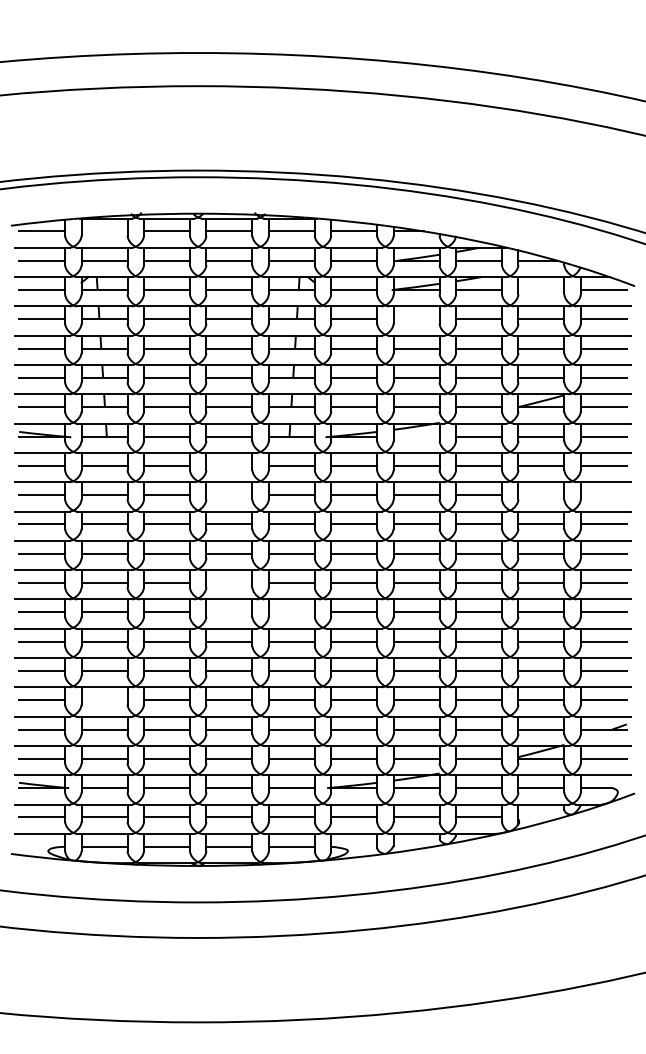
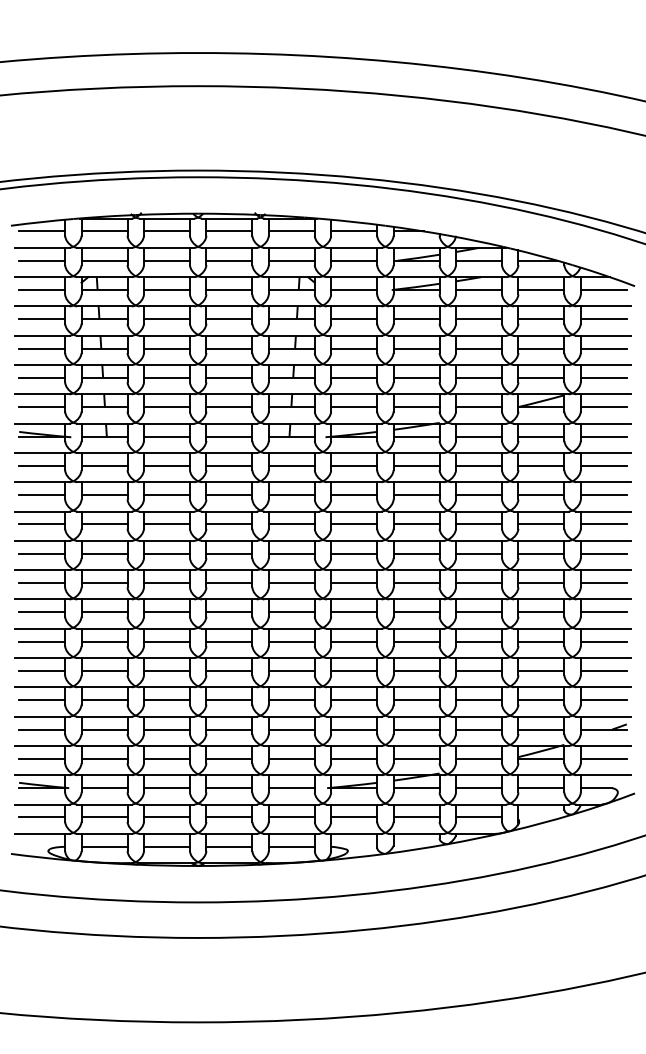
line at (104, 231): none -> present
line at (541, 290): none -> present
line at (416, 319): none -> present
line at (416, 436): none -> present
line at (229, 465): none -> present
line at (229, 495): none -> present
line at (541, 495): none -> present
line at (603, 495): none -> present
line at (229, 583): none -> present
line at (229, 612): none -> present
line at (291, 612): none -> present
line at (104, 700): none -> present
